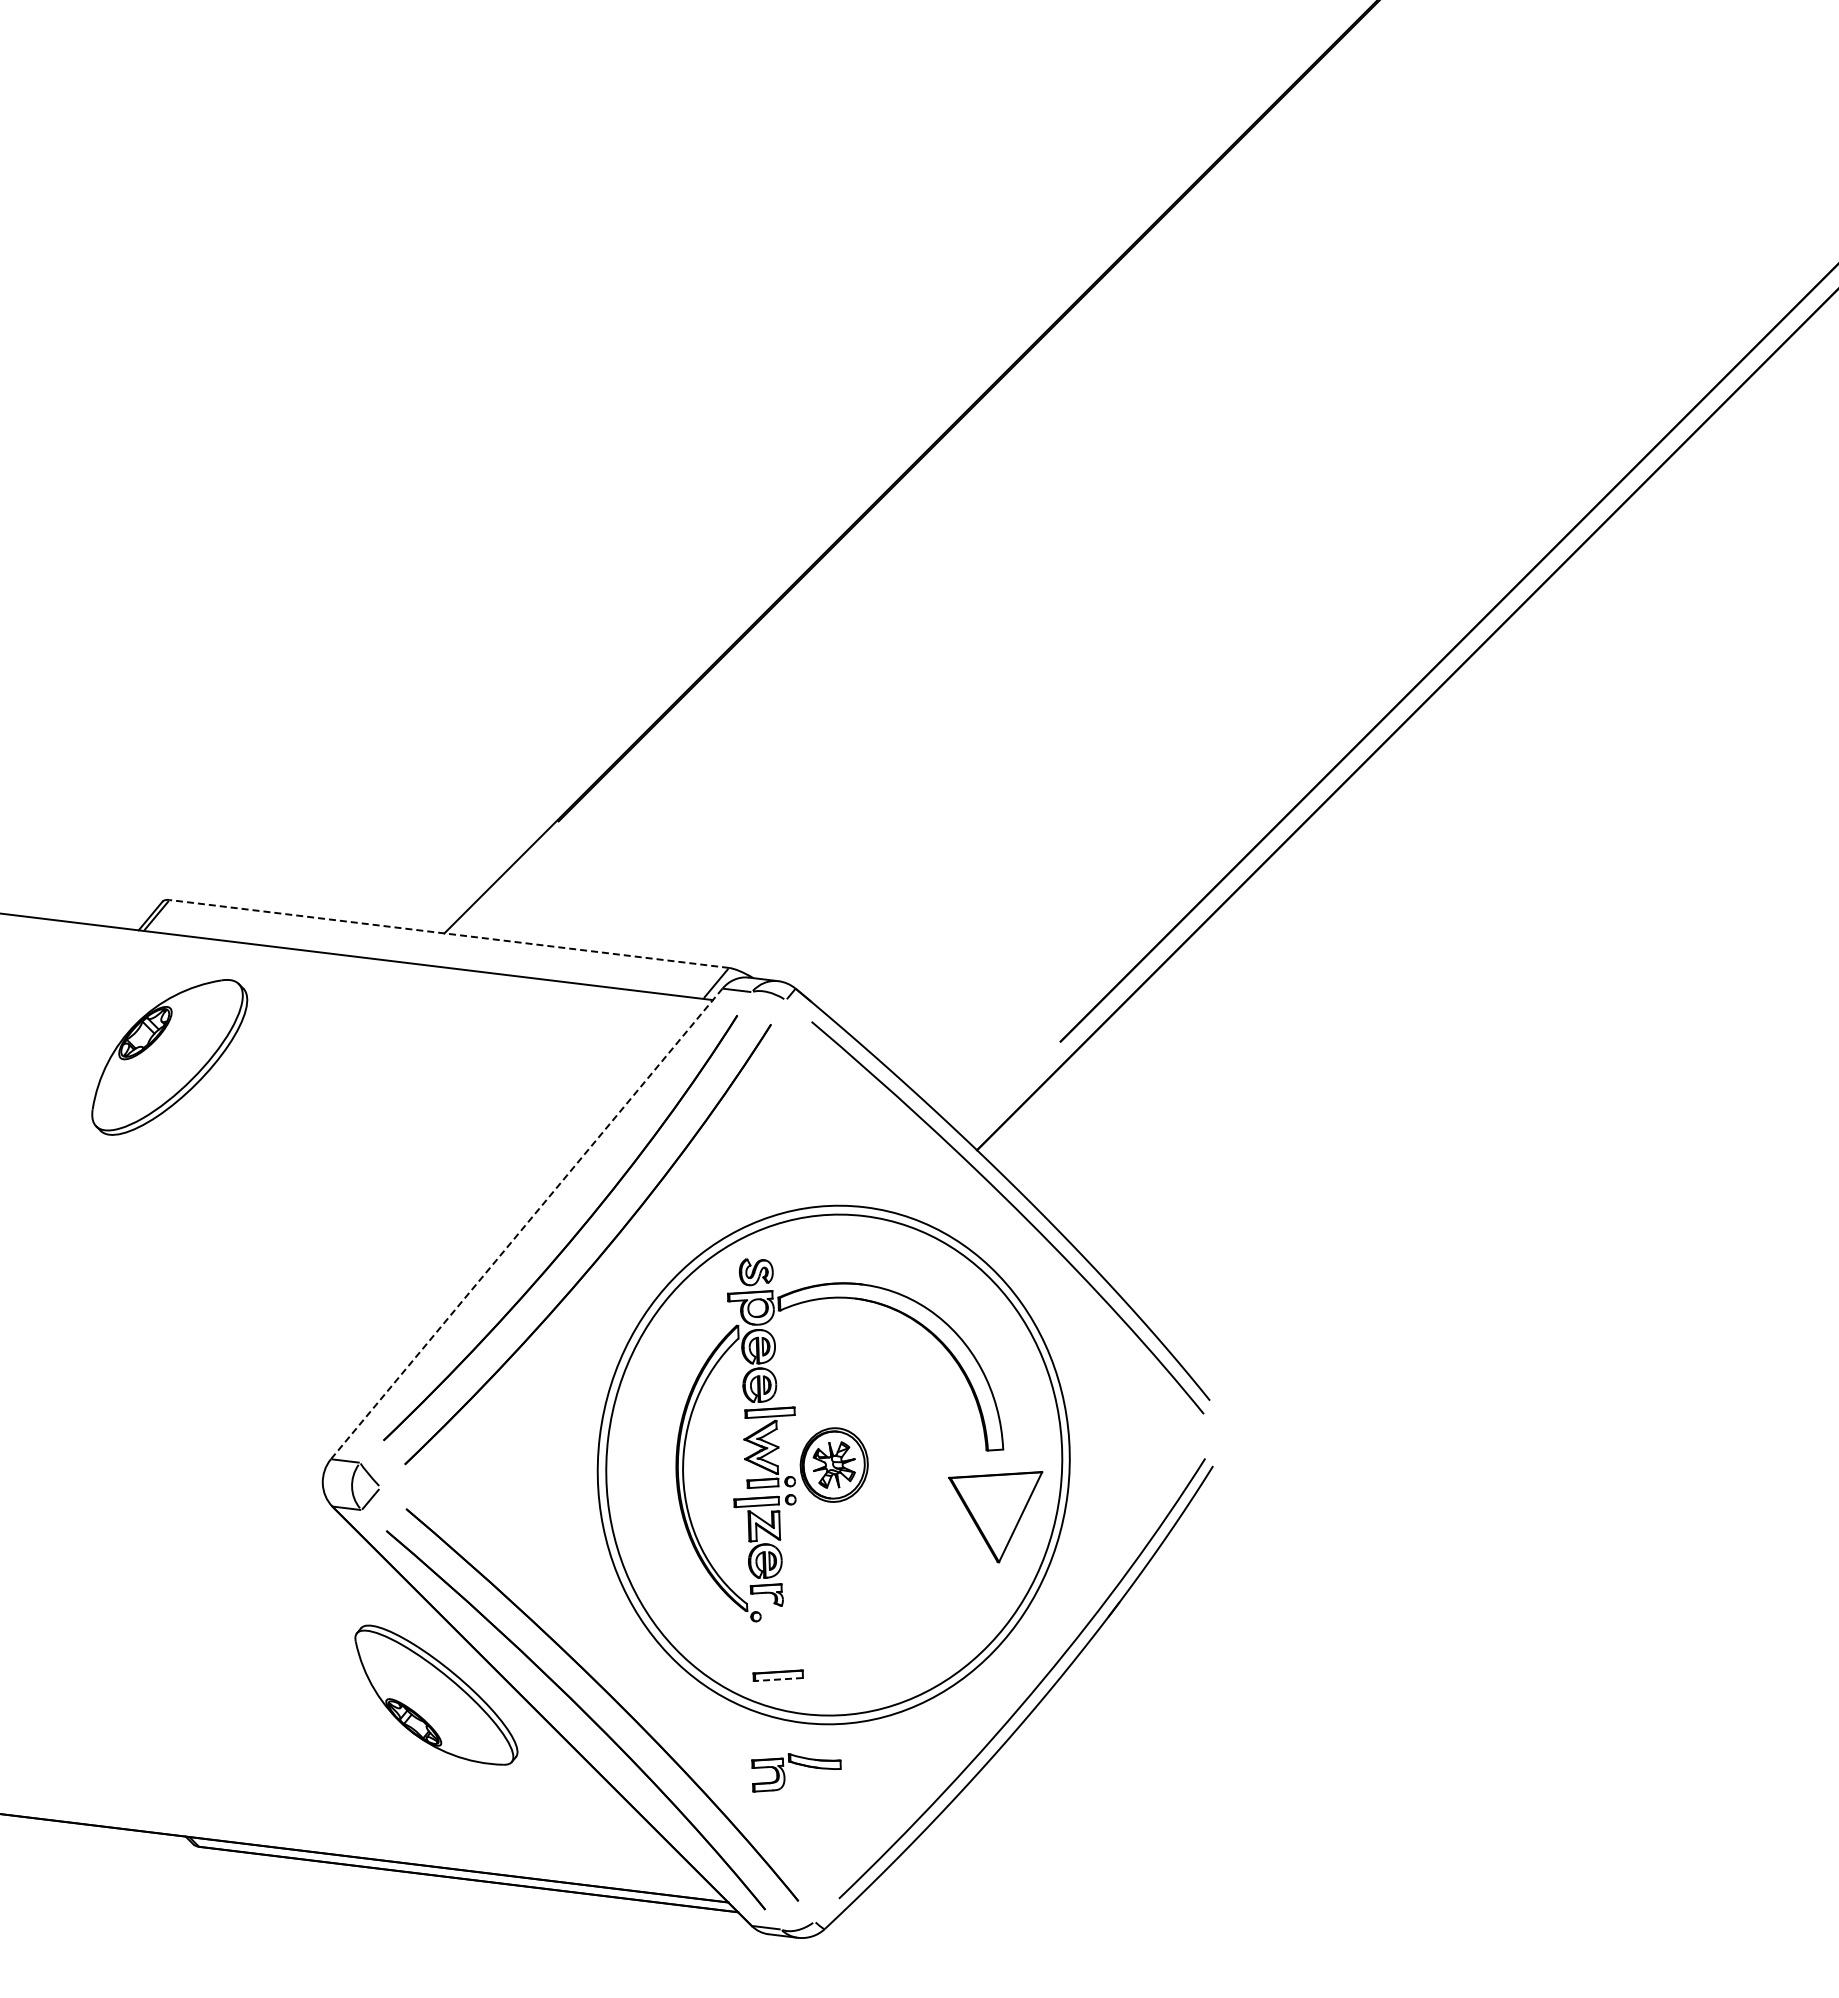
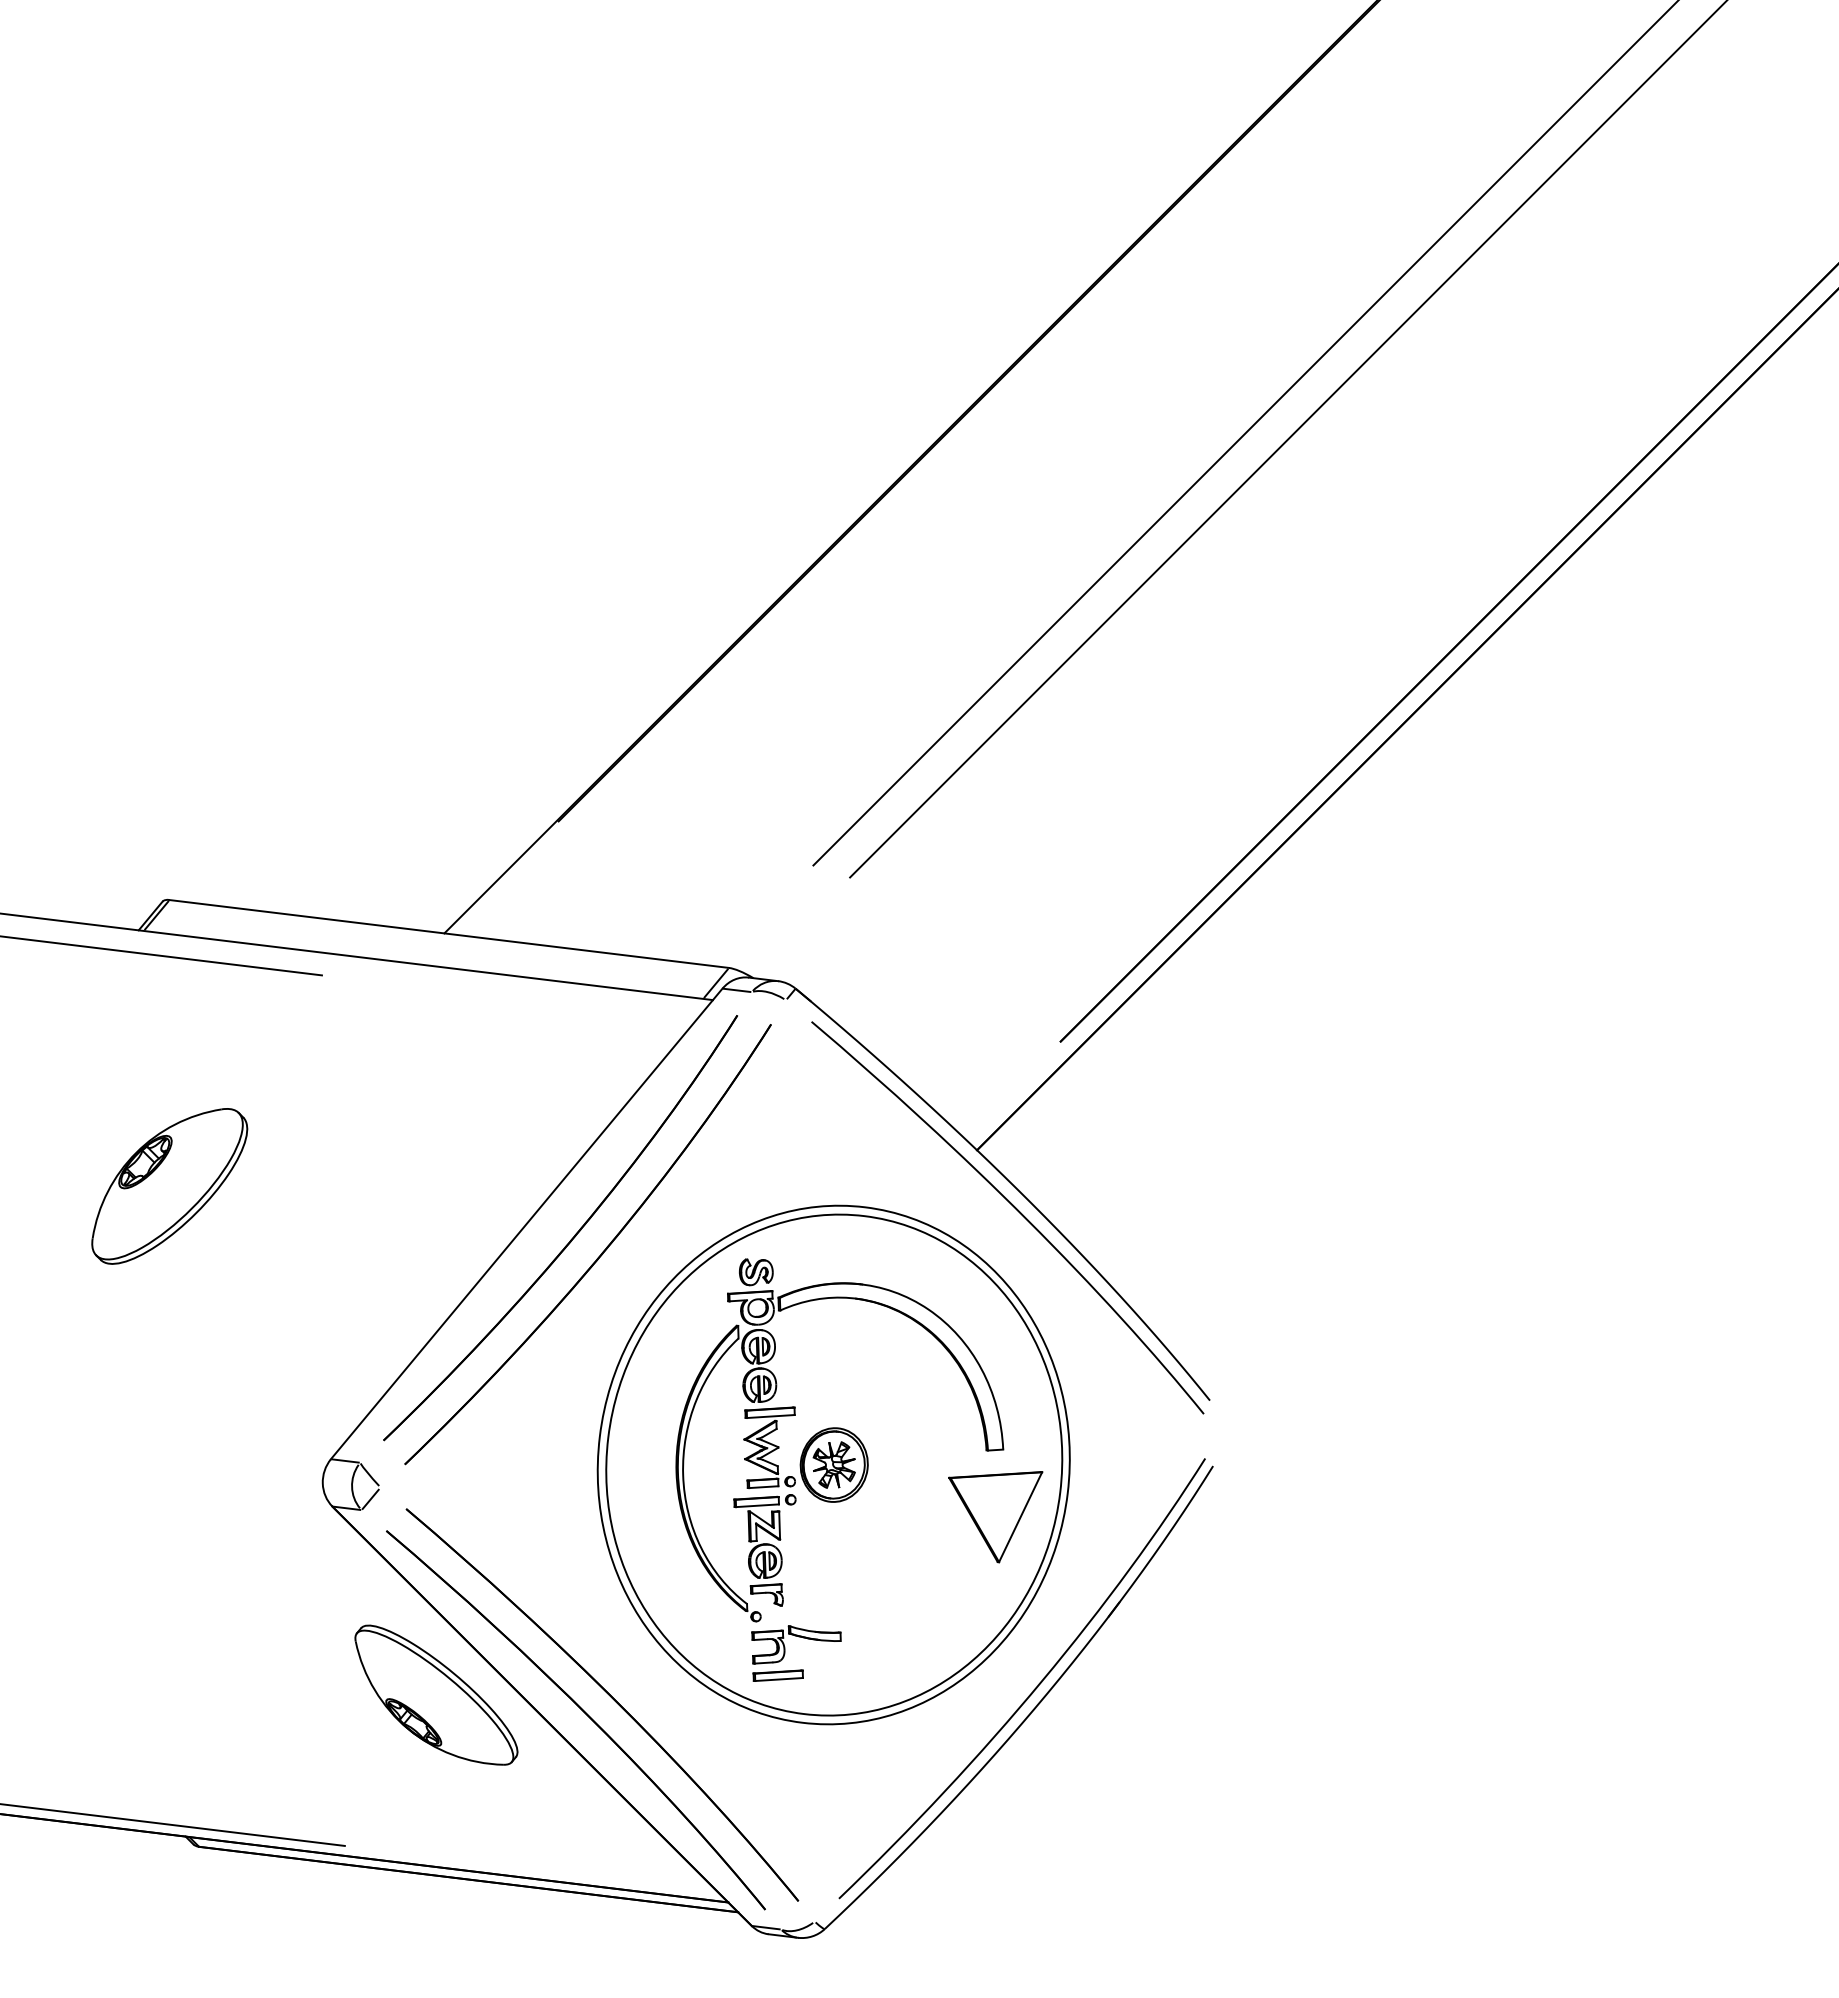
line at (1244, 433): none -> present
line at (1287, 439): none -> present
line at (449, 933): dashed -> solid
line at (161, 955): none -> present
part at (169, 1057) position: (169, 1057) -> (169, 1186)
line at (526, 1224): dashed -> solid
line at (779, 1679): dashed -> solid
part at (798, 1765) position: (798, 1765) -> (798, 1637)
line at (173, 1824): none -> present
